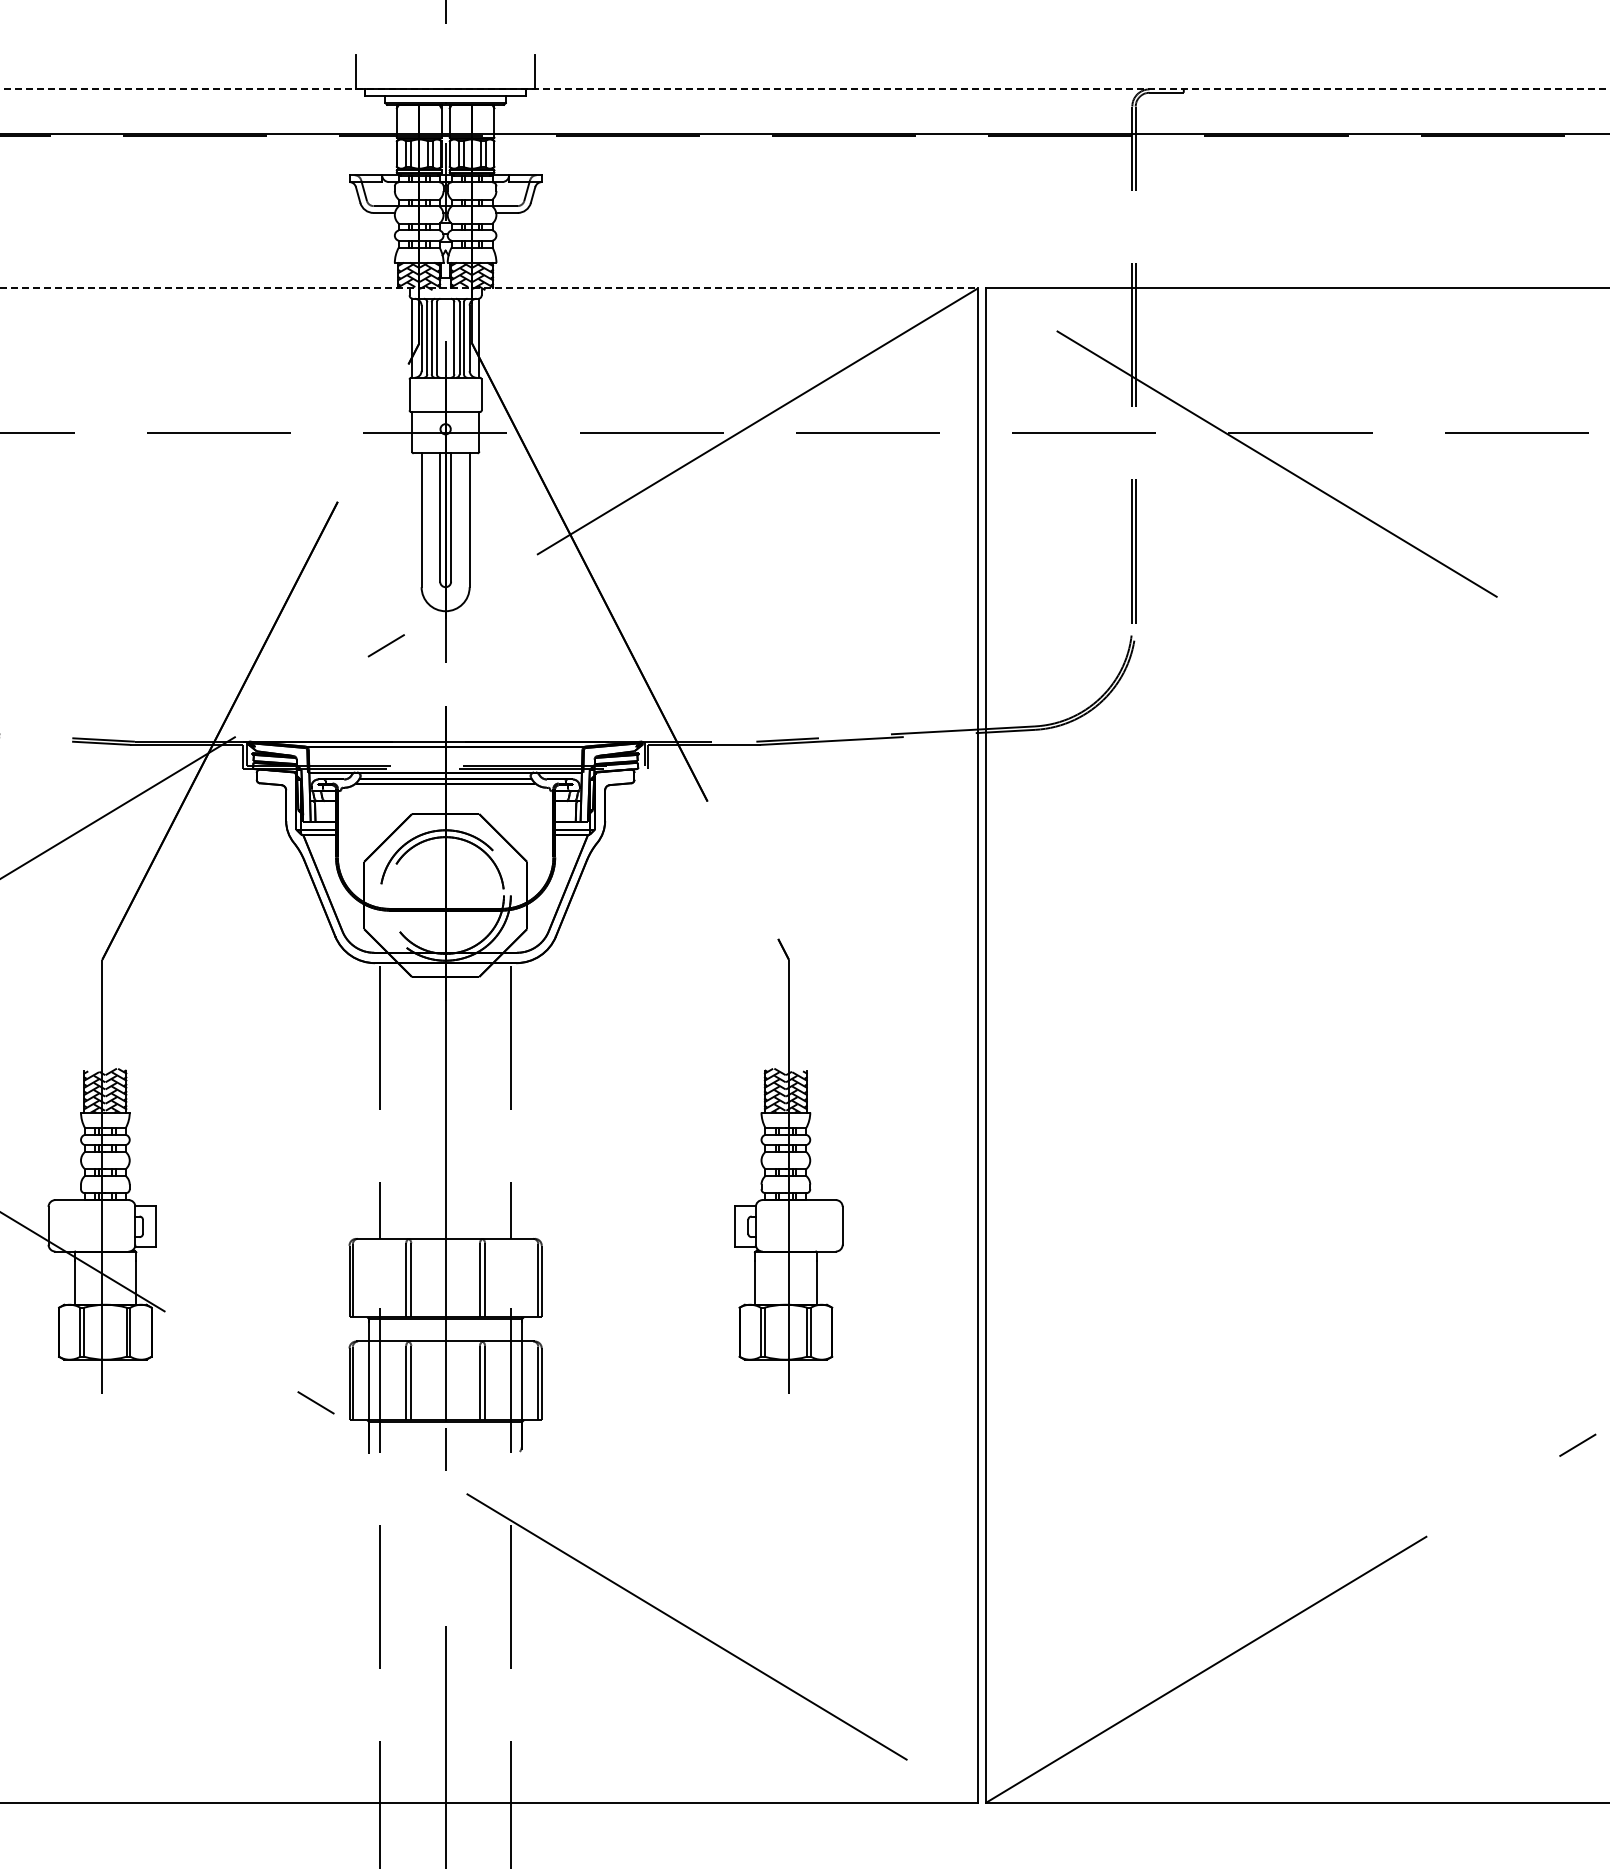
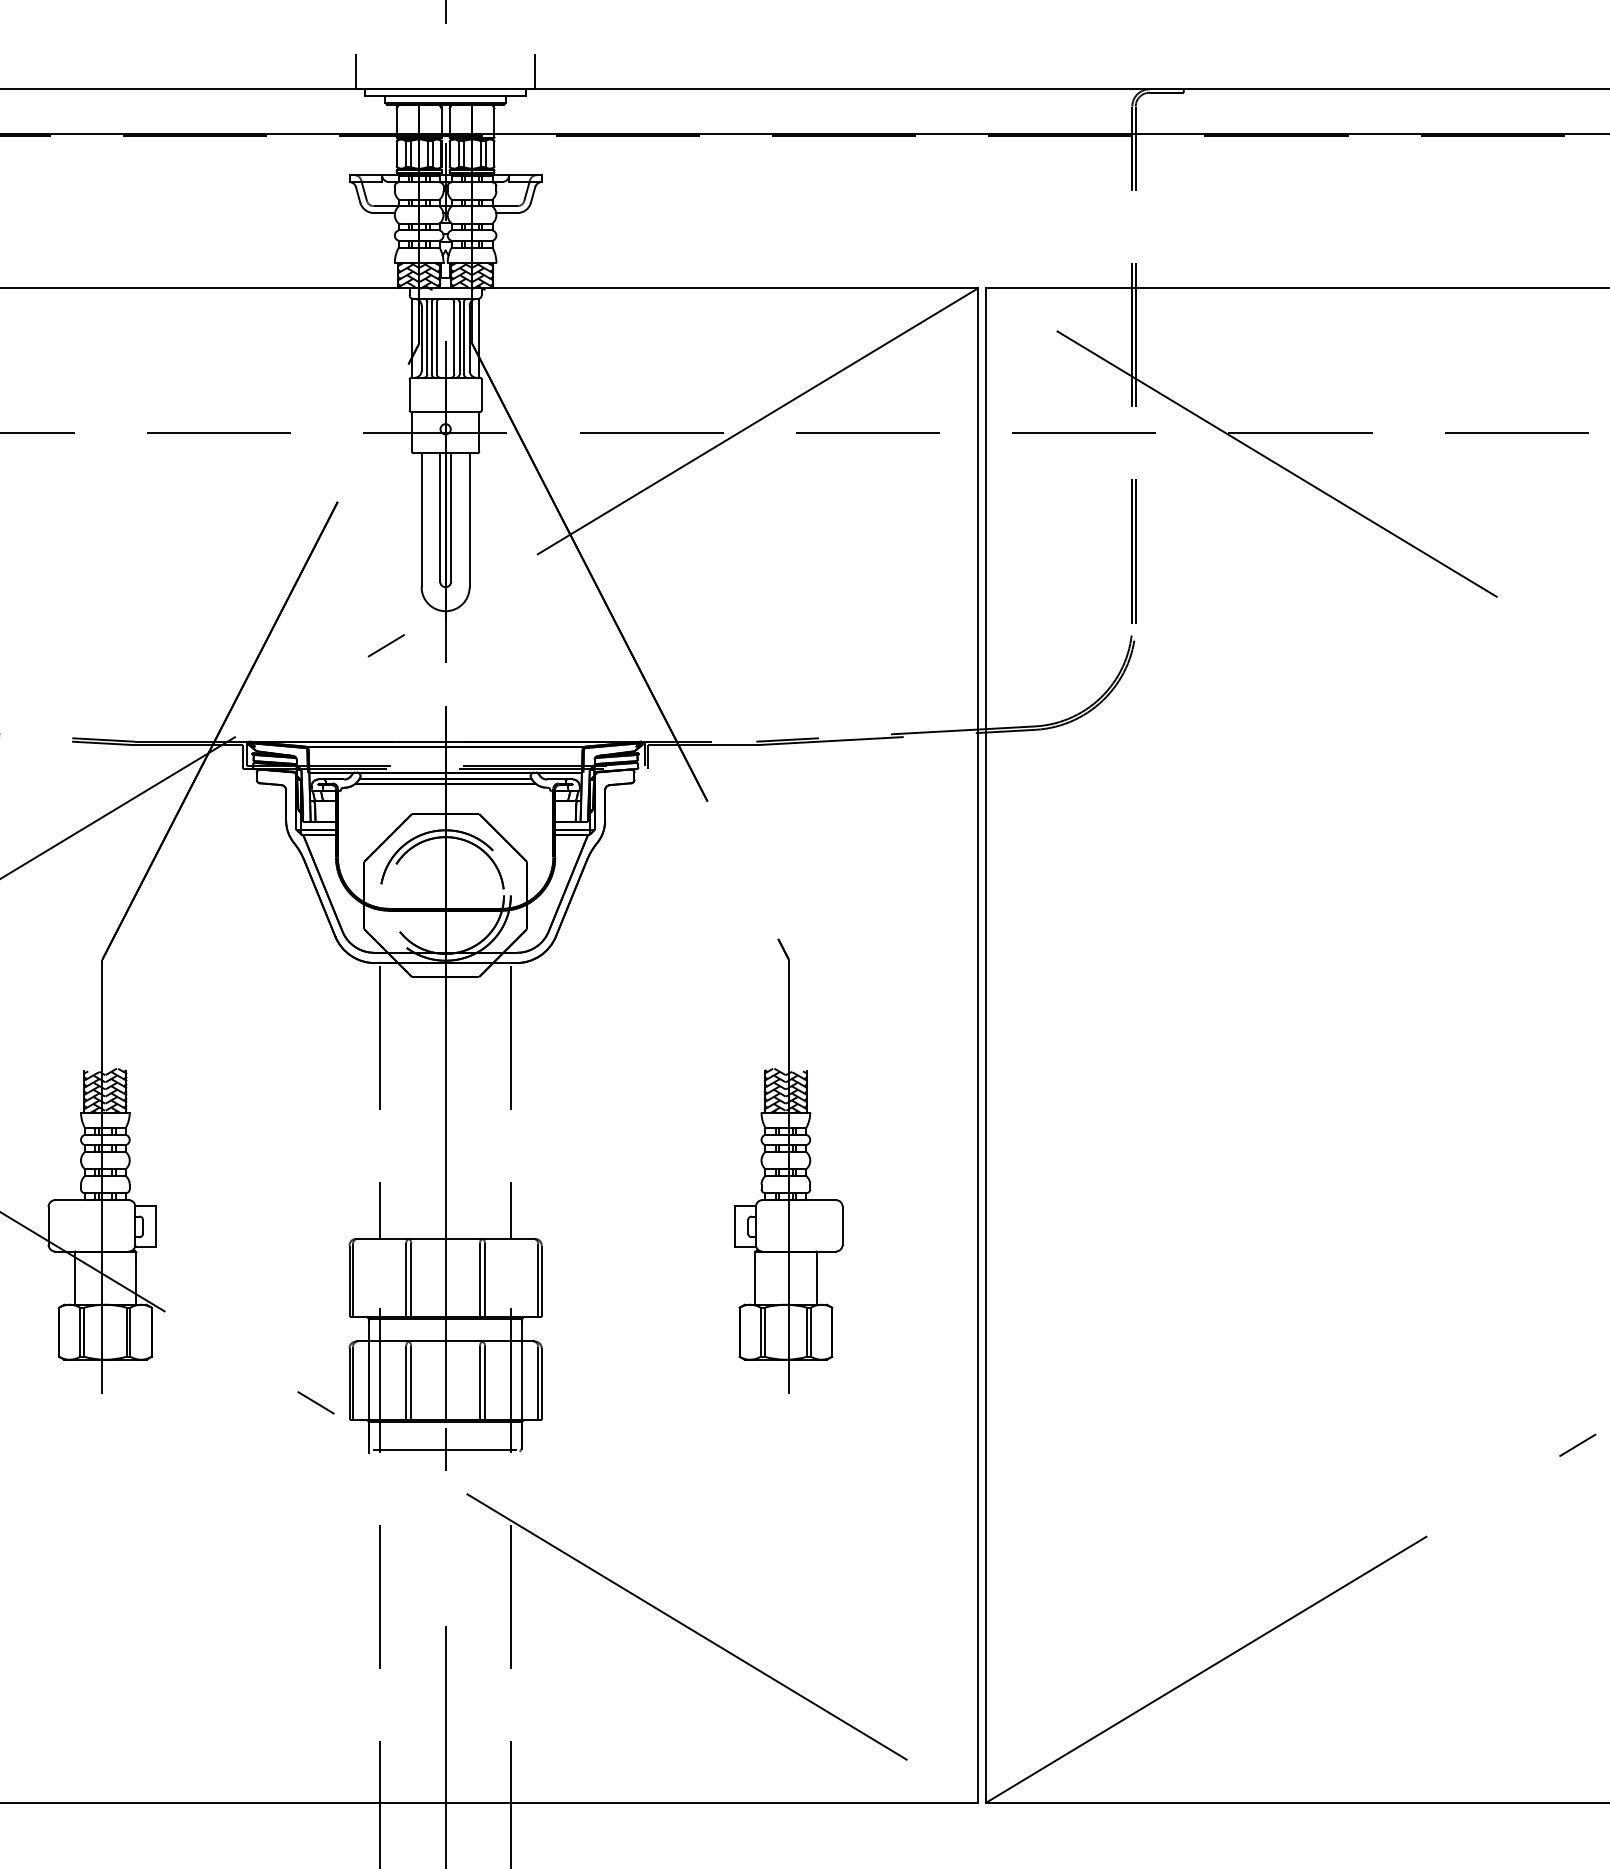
line at (805, 89): dashed -> solid
line at (489, 288): dashed -> solid
line at (443, 1449): none -> present
